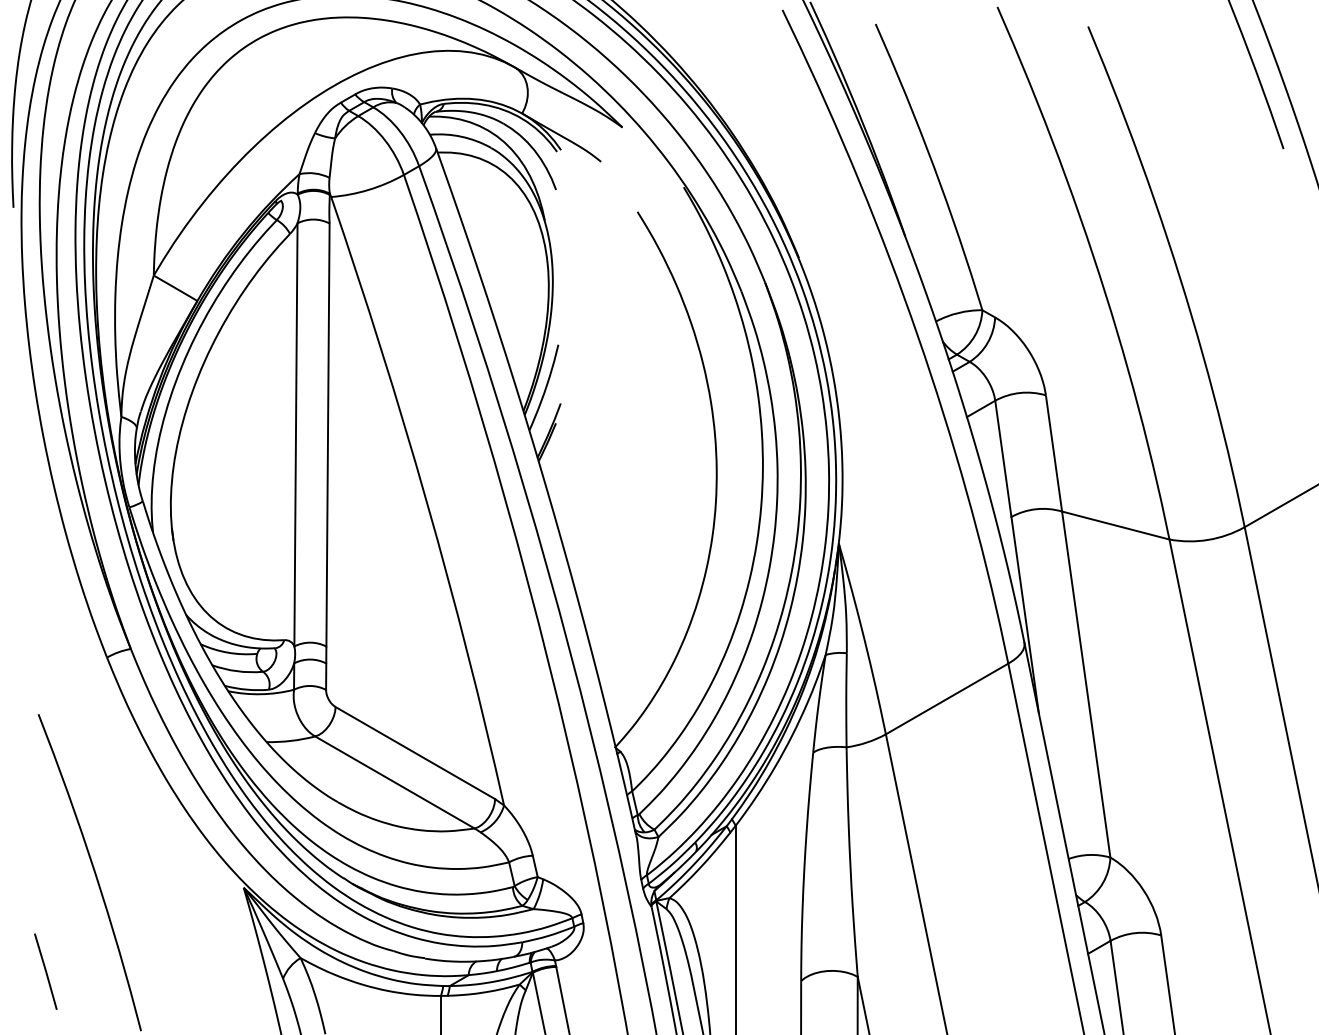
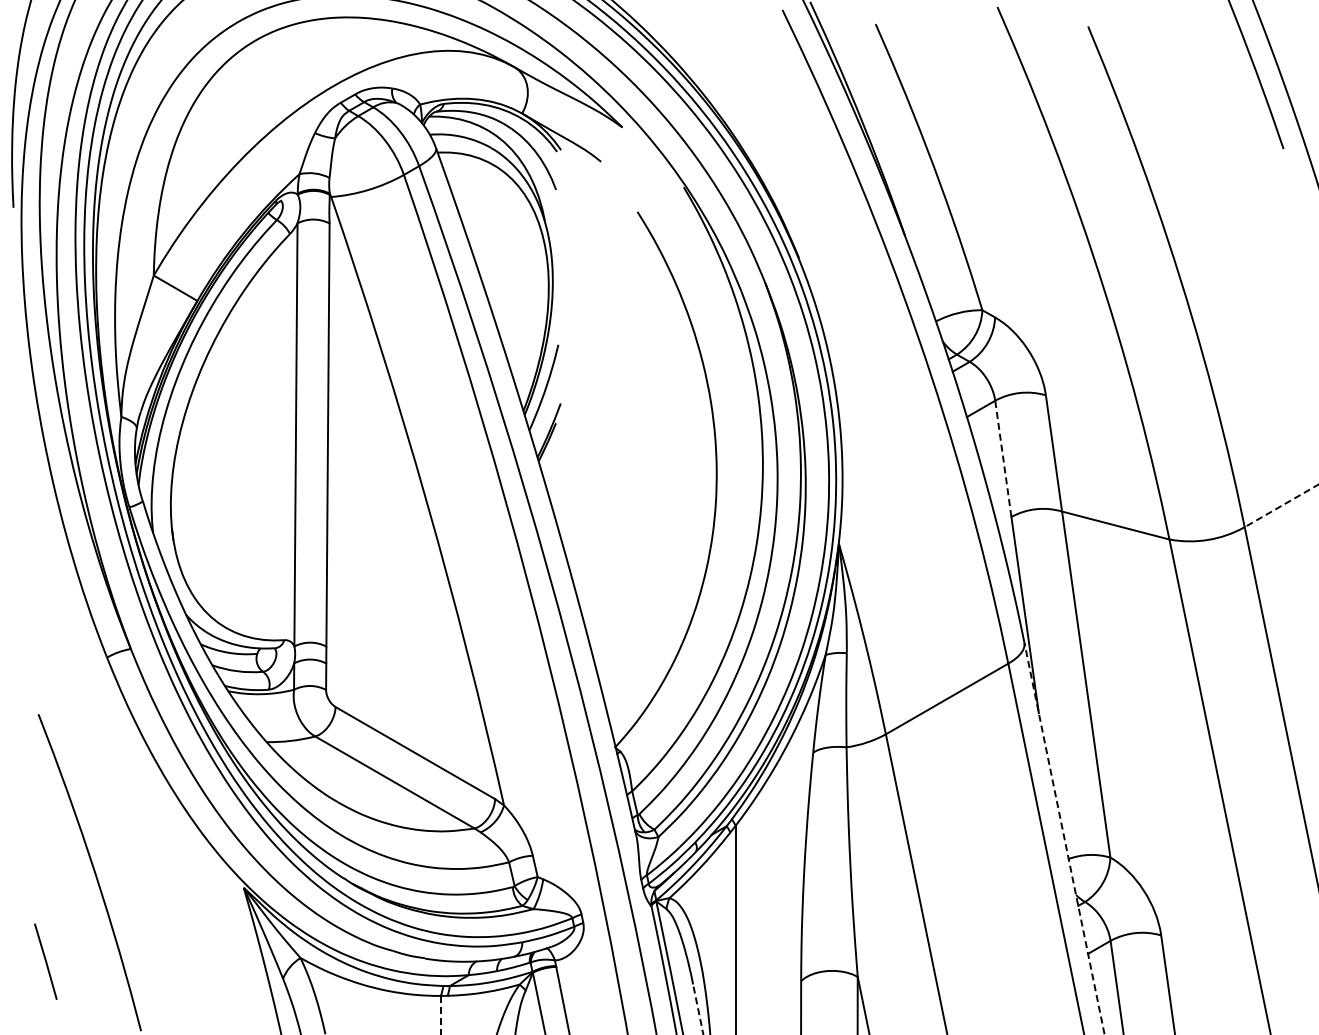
line at (1003, 458): solid -> dashed
line at (1281, 505): solid -> dashed
line at (1064, 838): solid -> dashed
line at (45, 971) position: (45, 971) -> (45, 961)
line at (698, 1008): solid -> dashed
line at (440, 1015): solid -> dashed
